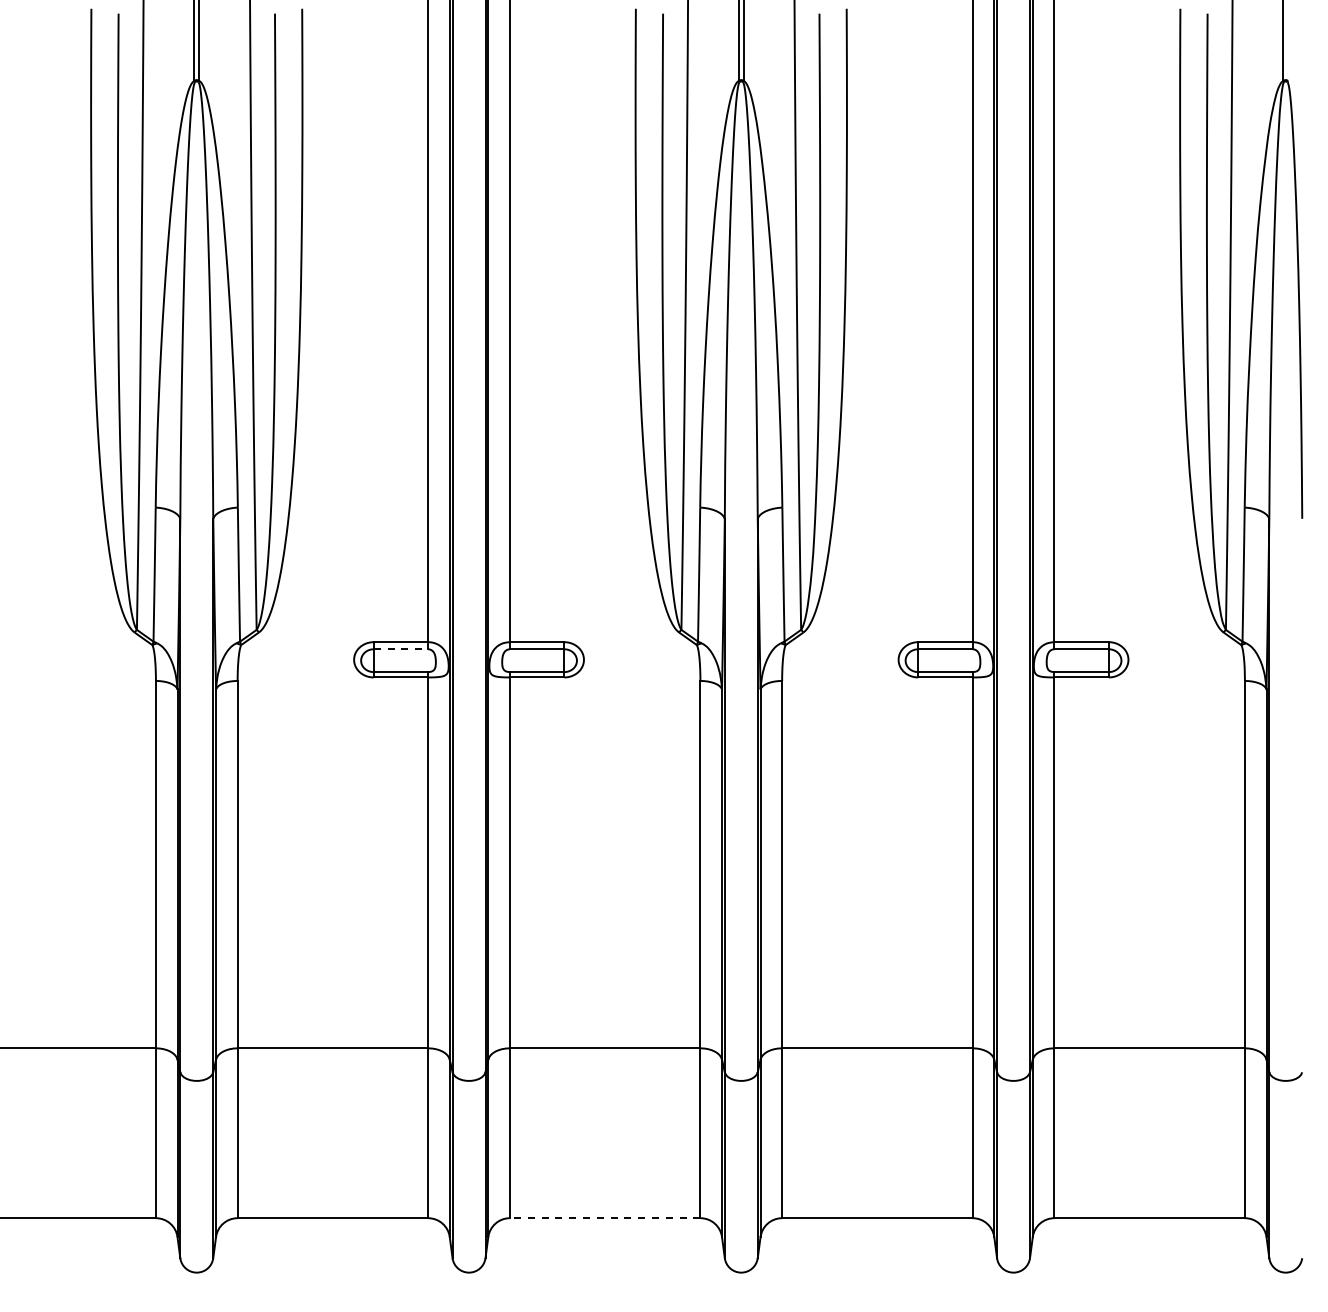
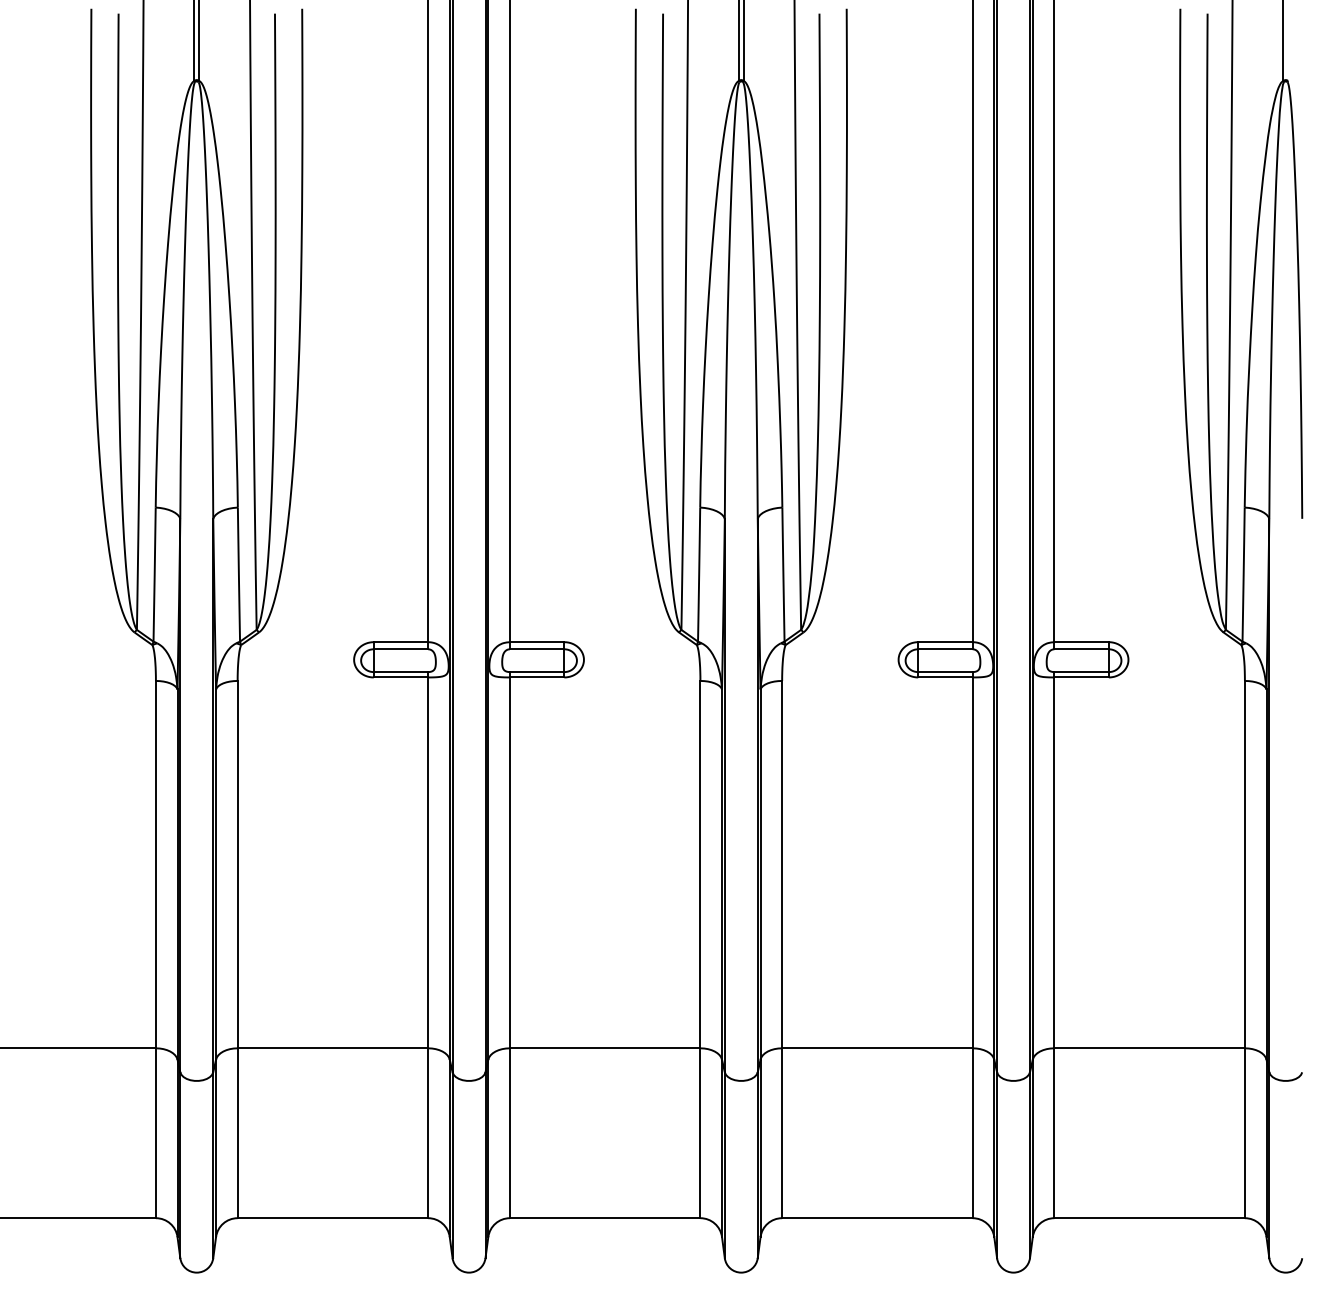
line at (401, 649): dashed -> solid
line at (604, 1218): dashed -> solid
